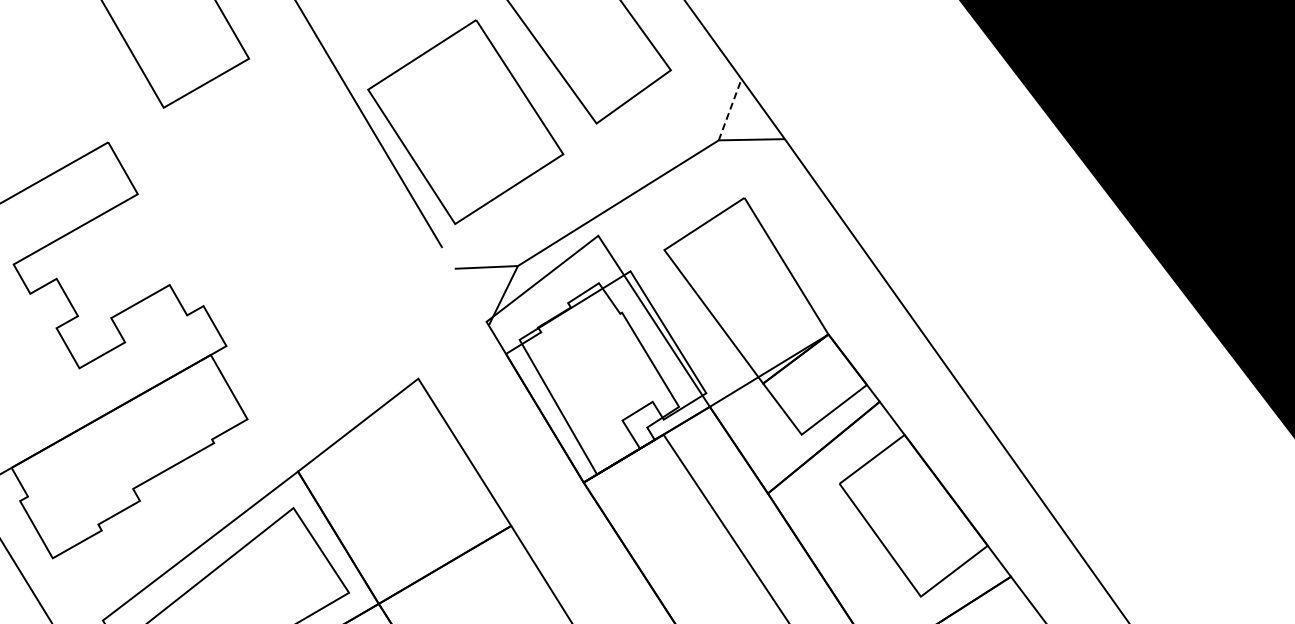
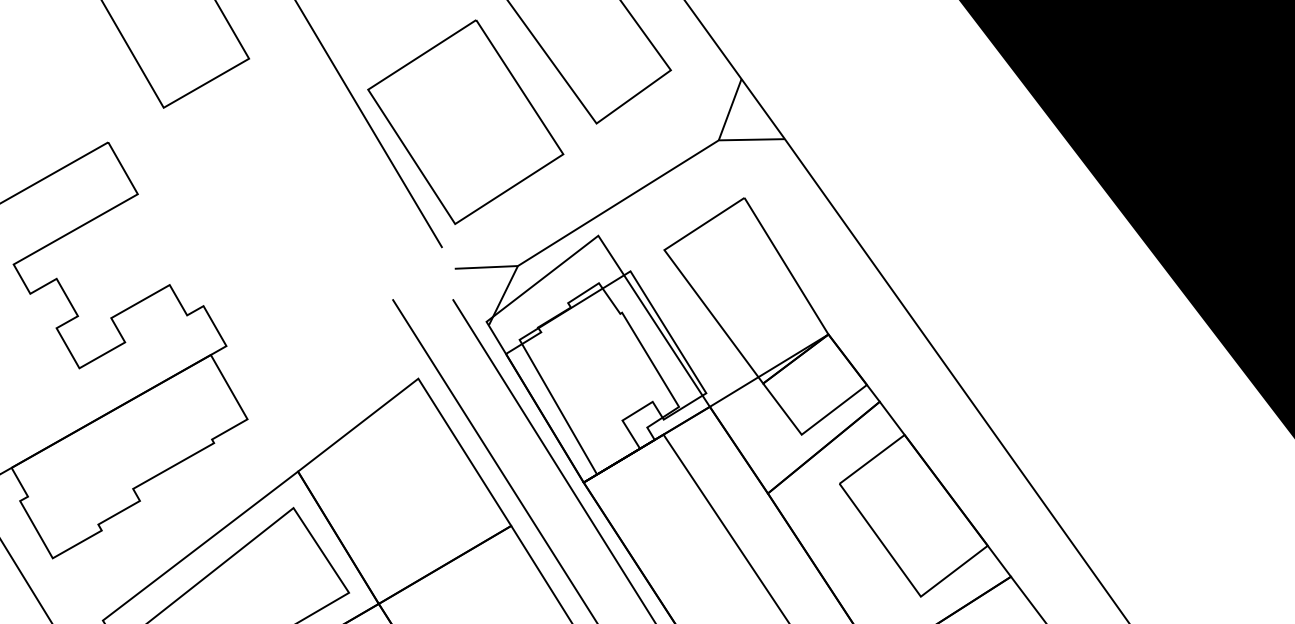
line at (730, 109): dashed -> solid
line at (494, 460): none -> present
line at (553, 460): none -> present
